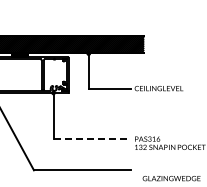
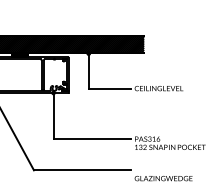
line at (92, 139): dashed -> solid
text at (171, 178) position: (171, 178) -> (163, 178)
